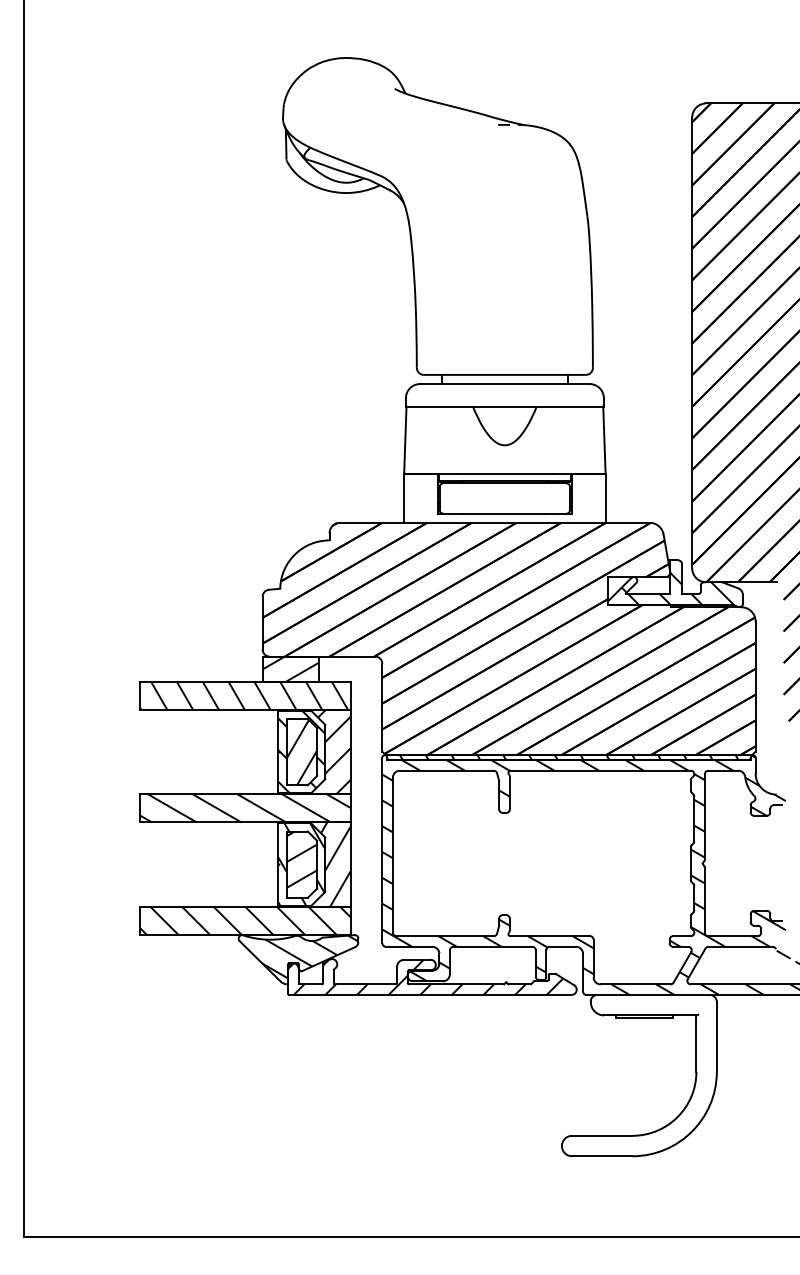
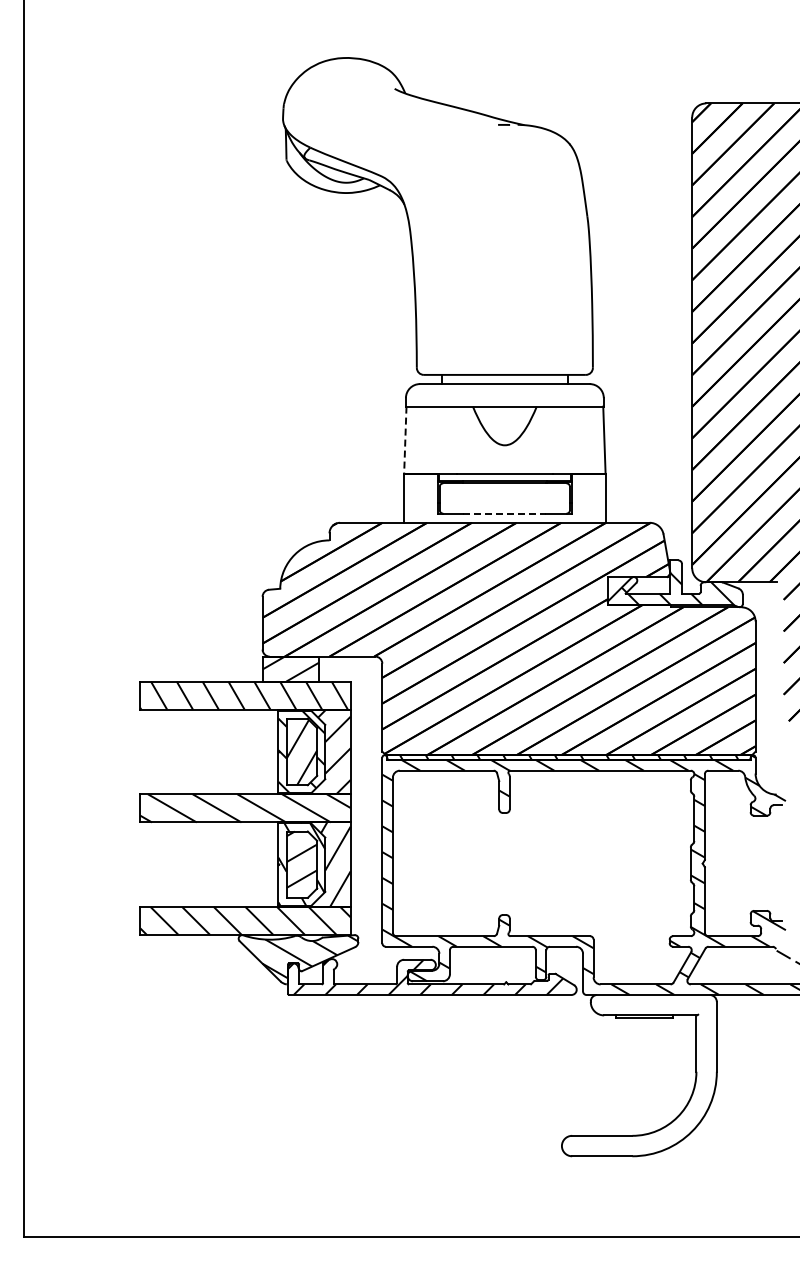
line at (405, 440): solid -> dashed
line at (505, 513): solid -> dashed
